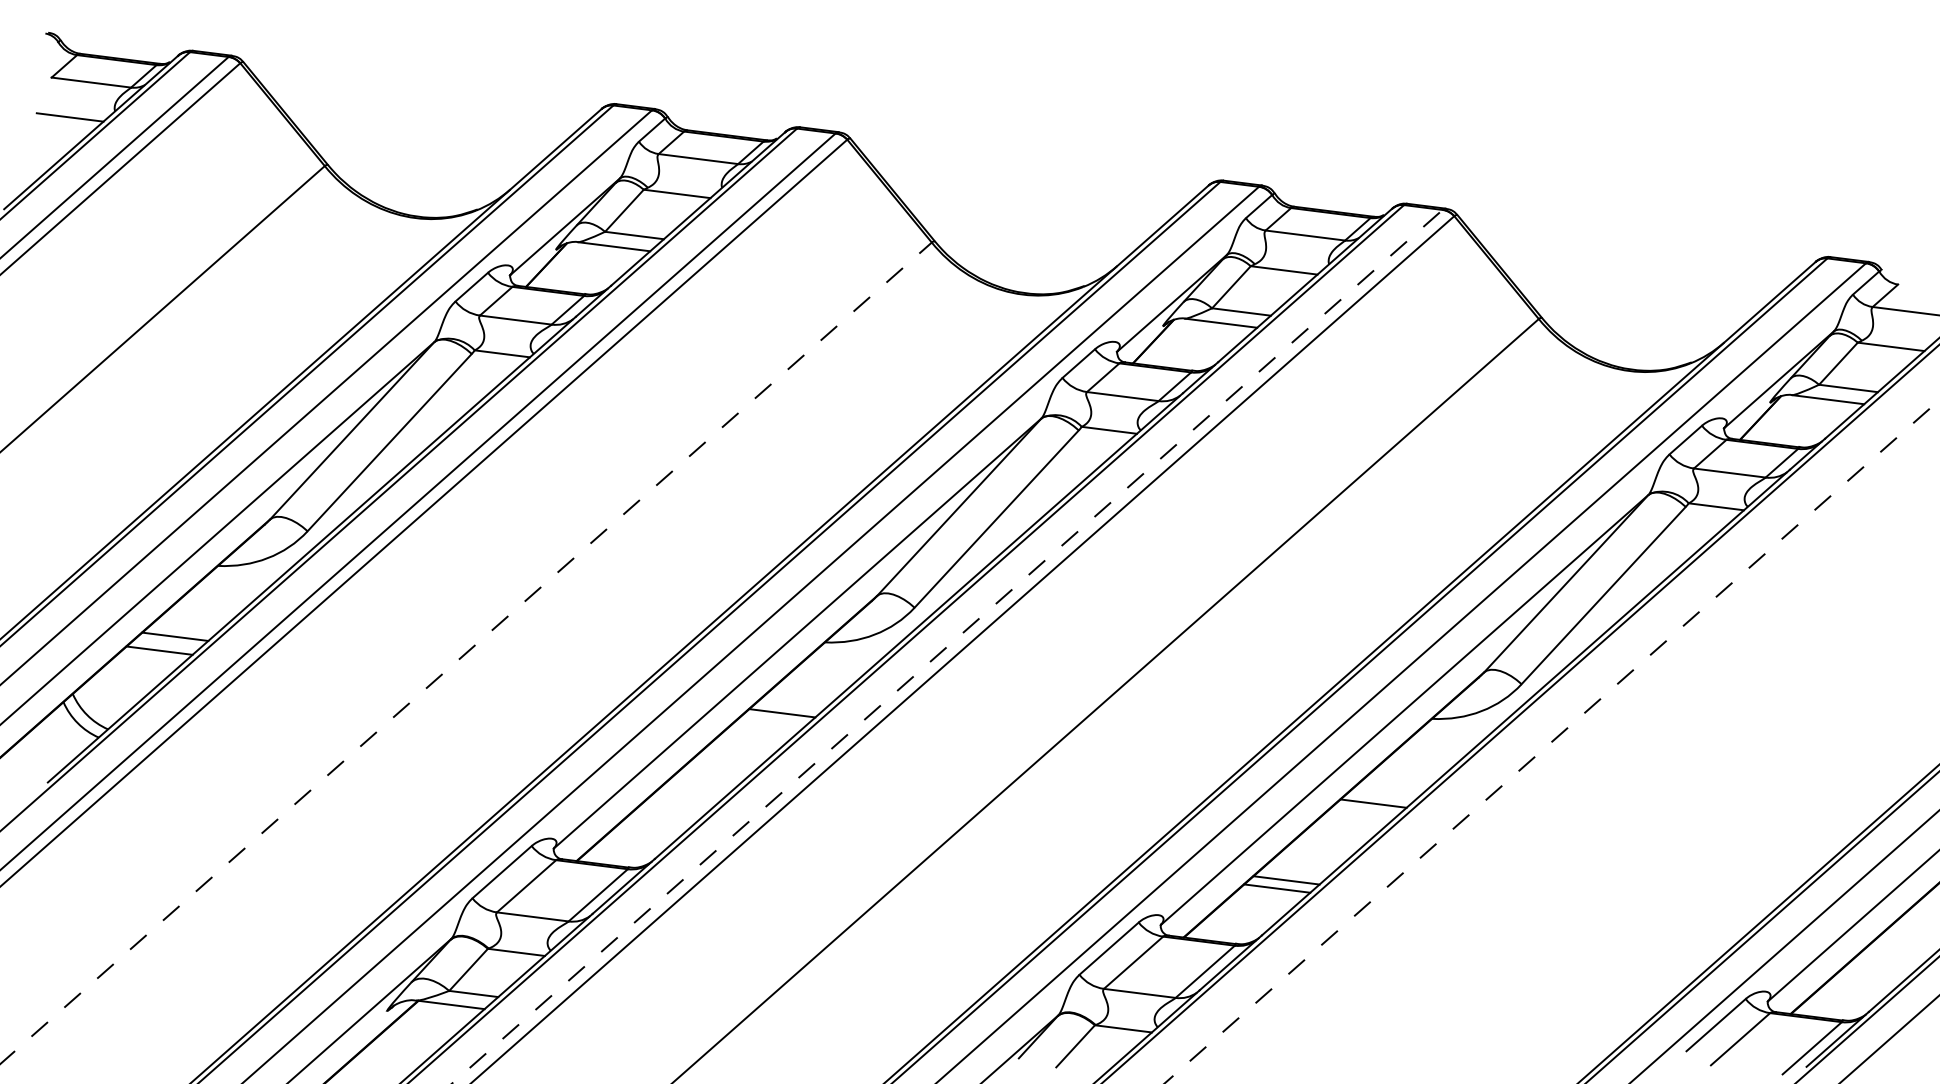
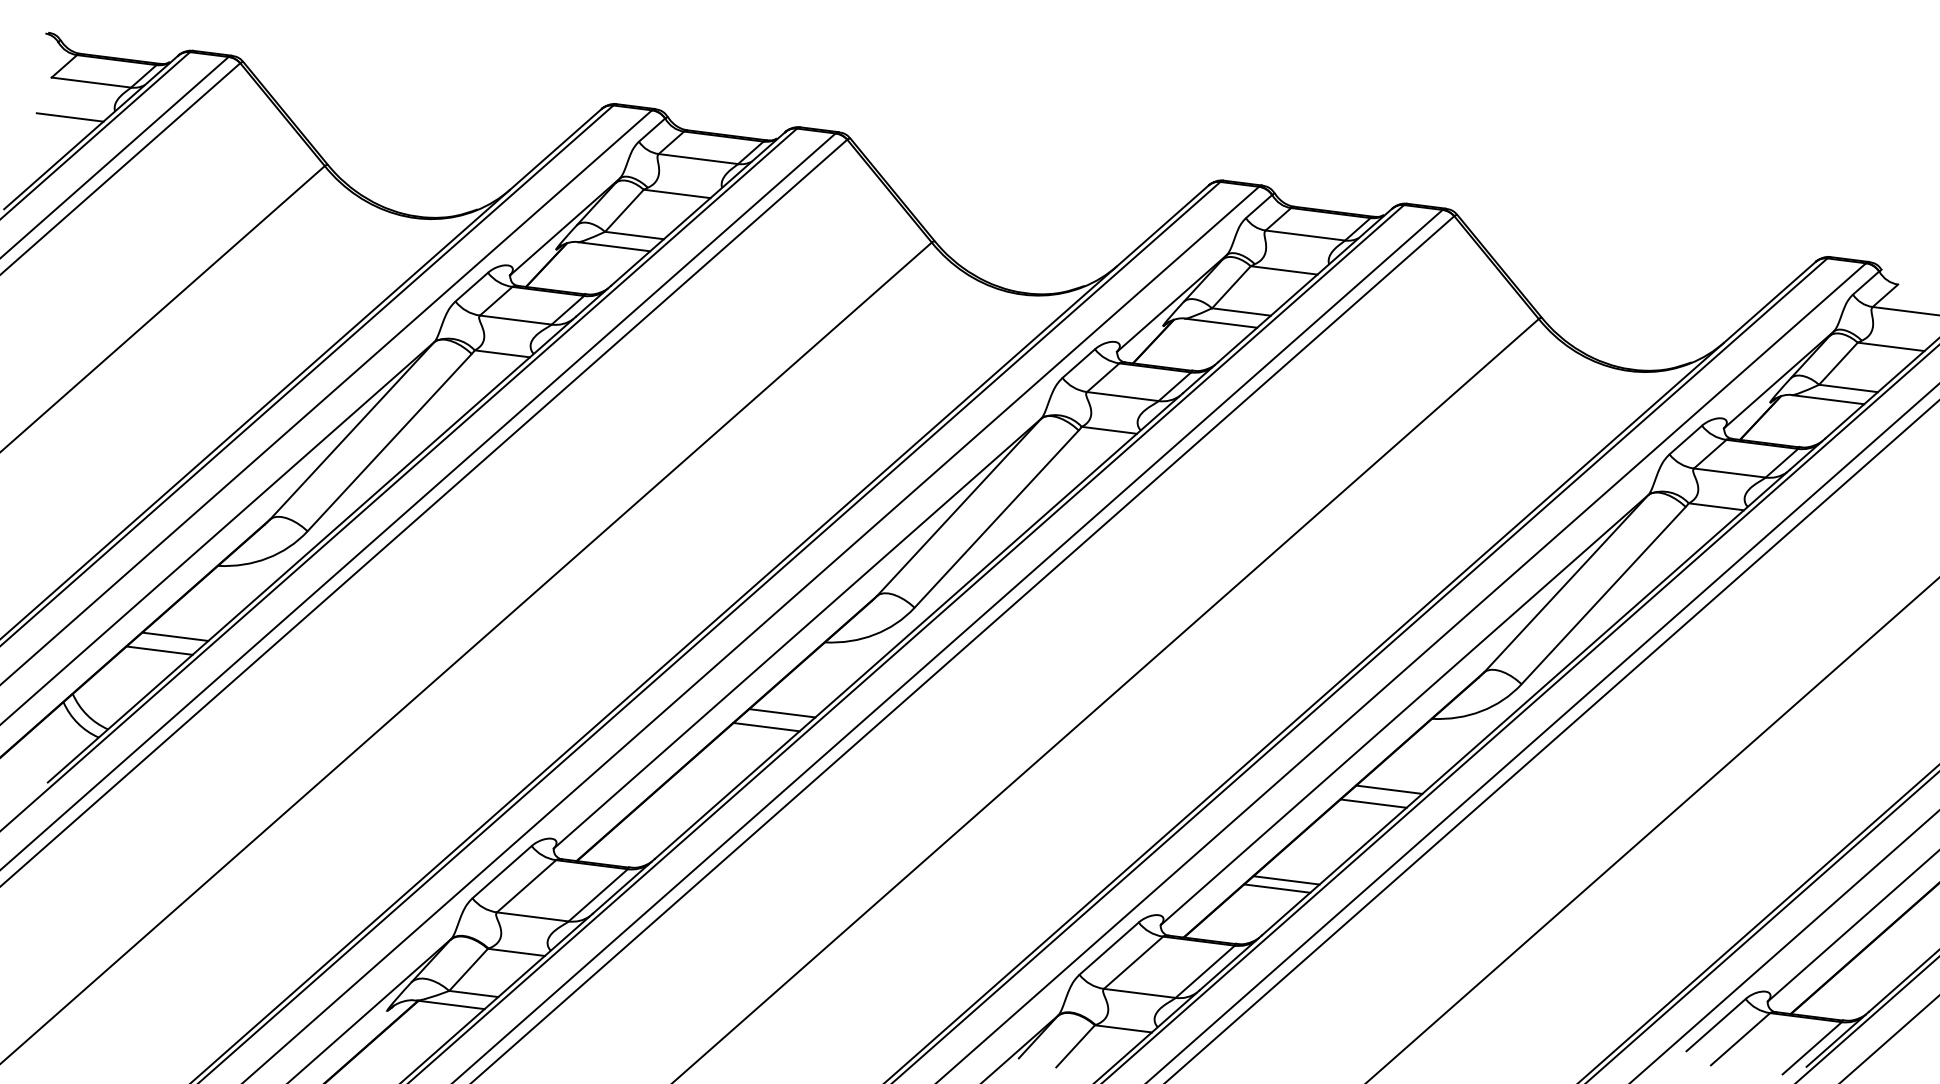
line at (947, 646): dashed -> solid
line at (466, 653): dashed -> solid
line at (766, 727): none -> present
line at (1542, 733): none -> present
line at (1552, 741): dashed -> solid
line at (1389, 789): none -> present
line at (1652, 830): none -> present
